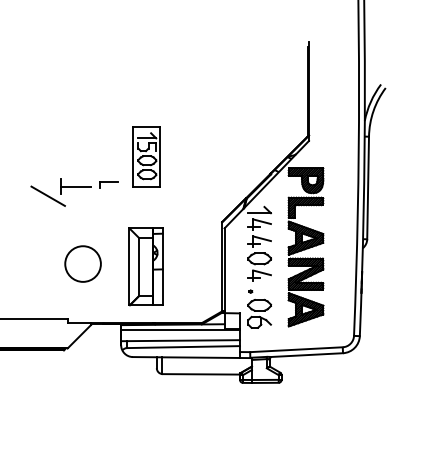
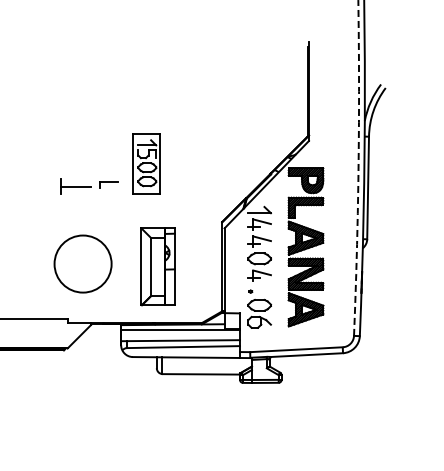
part at (146, 156) position: (146, 156) -> (146, 163)
arc at (358, 167): solid -> dashed
line at (47, 195): present -> none
circle at (82, 263) diameter: 36 px -> 57 px
part at (145, 266) position: (145, 266) -> (157, 266)
